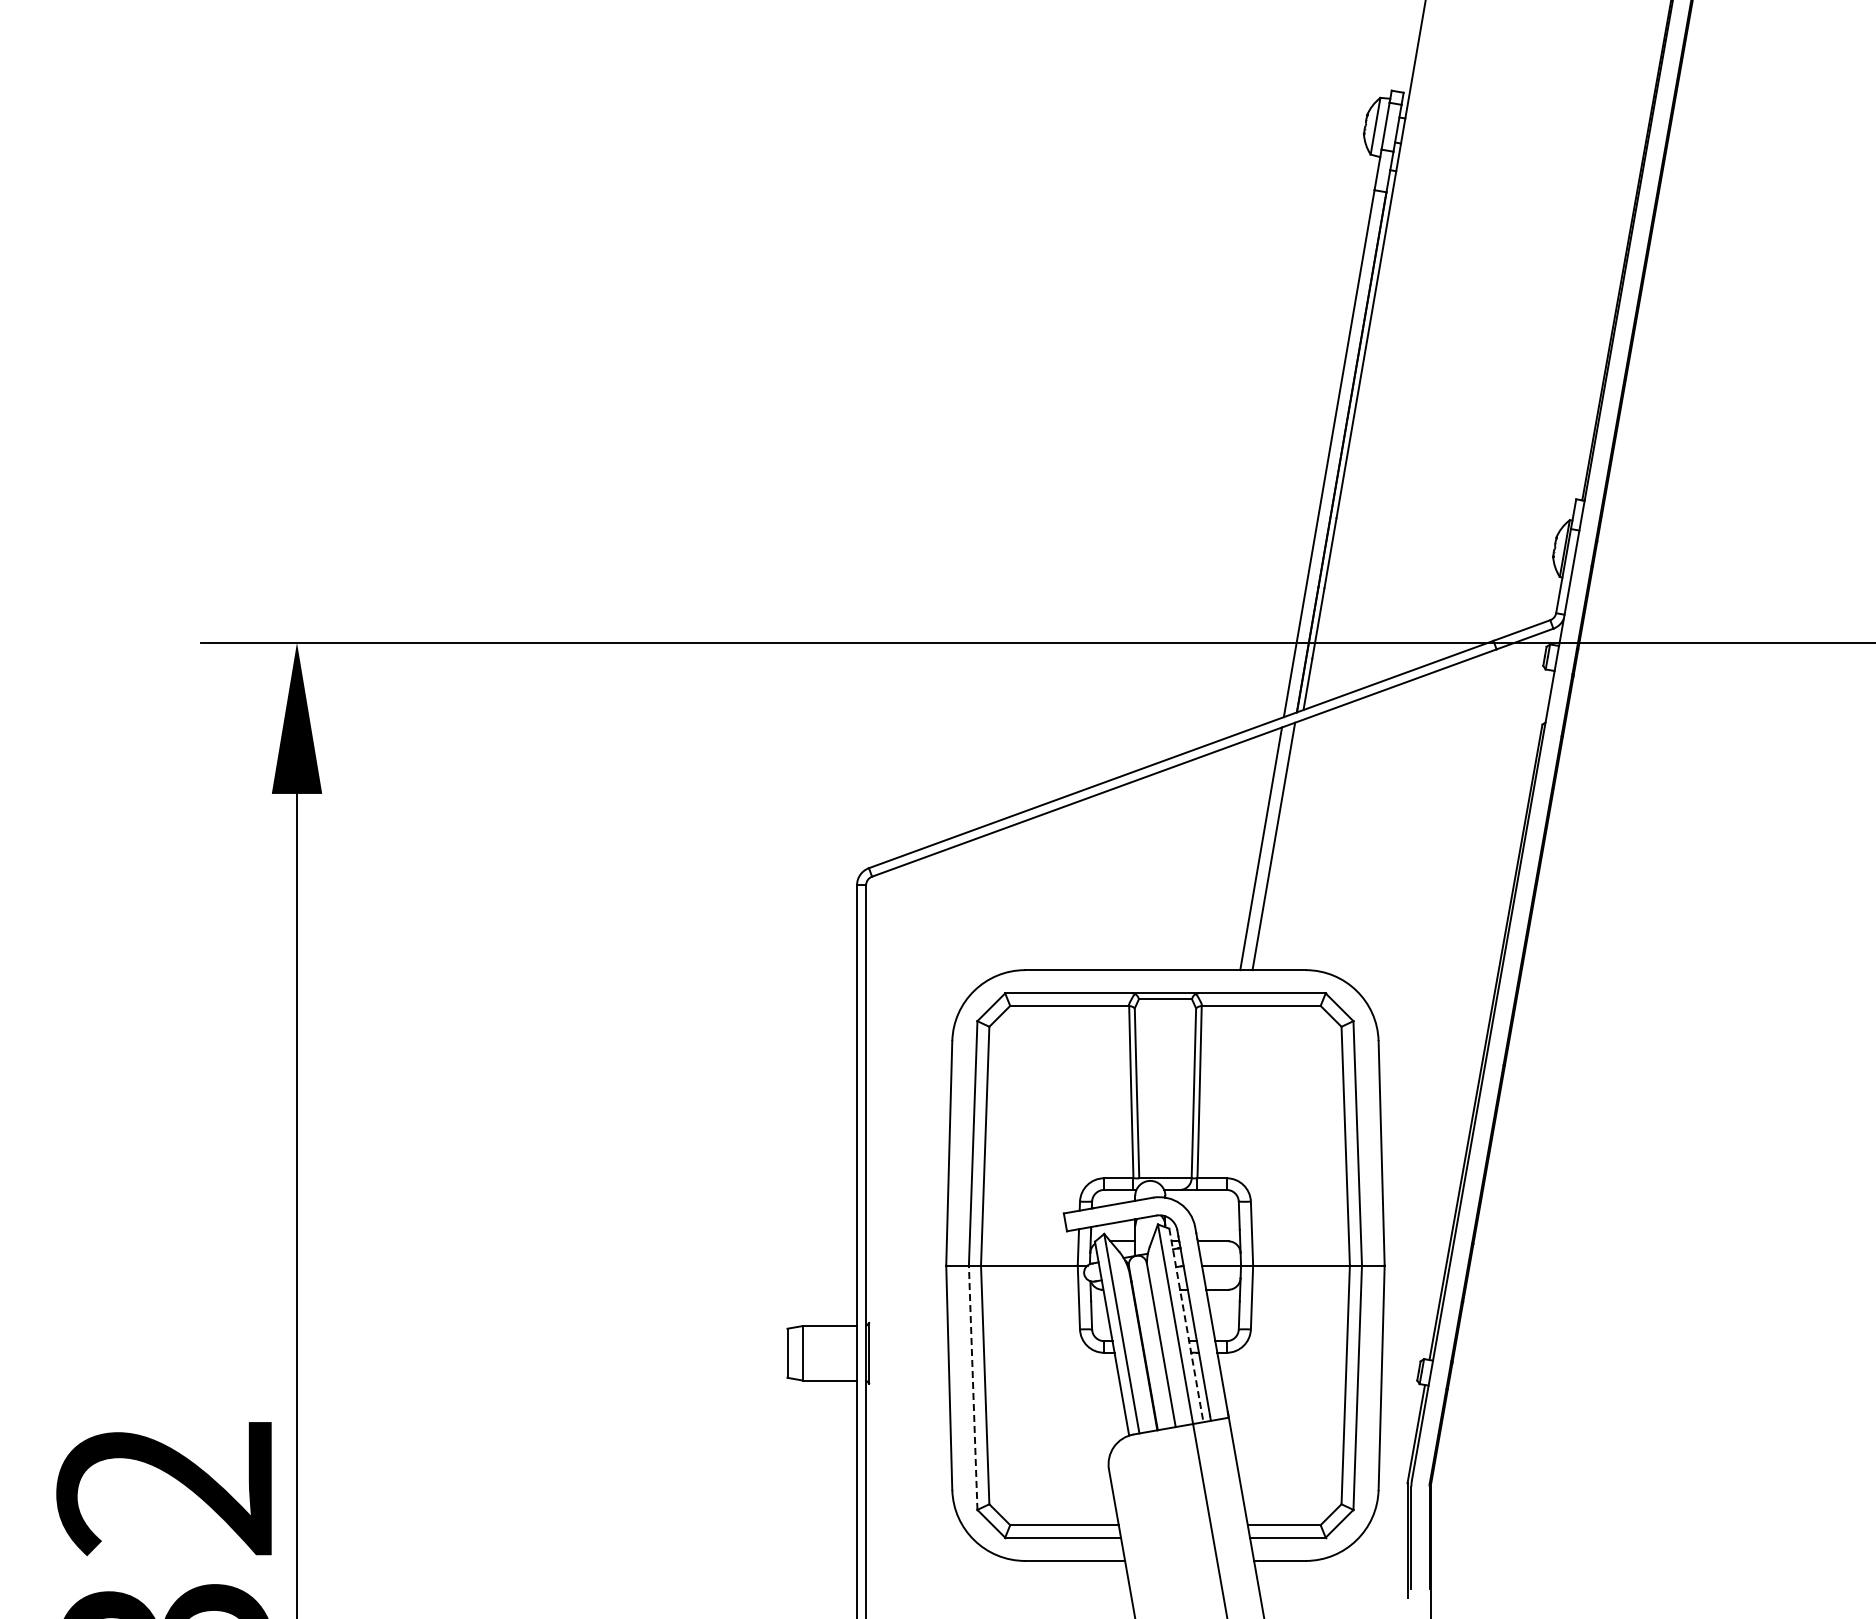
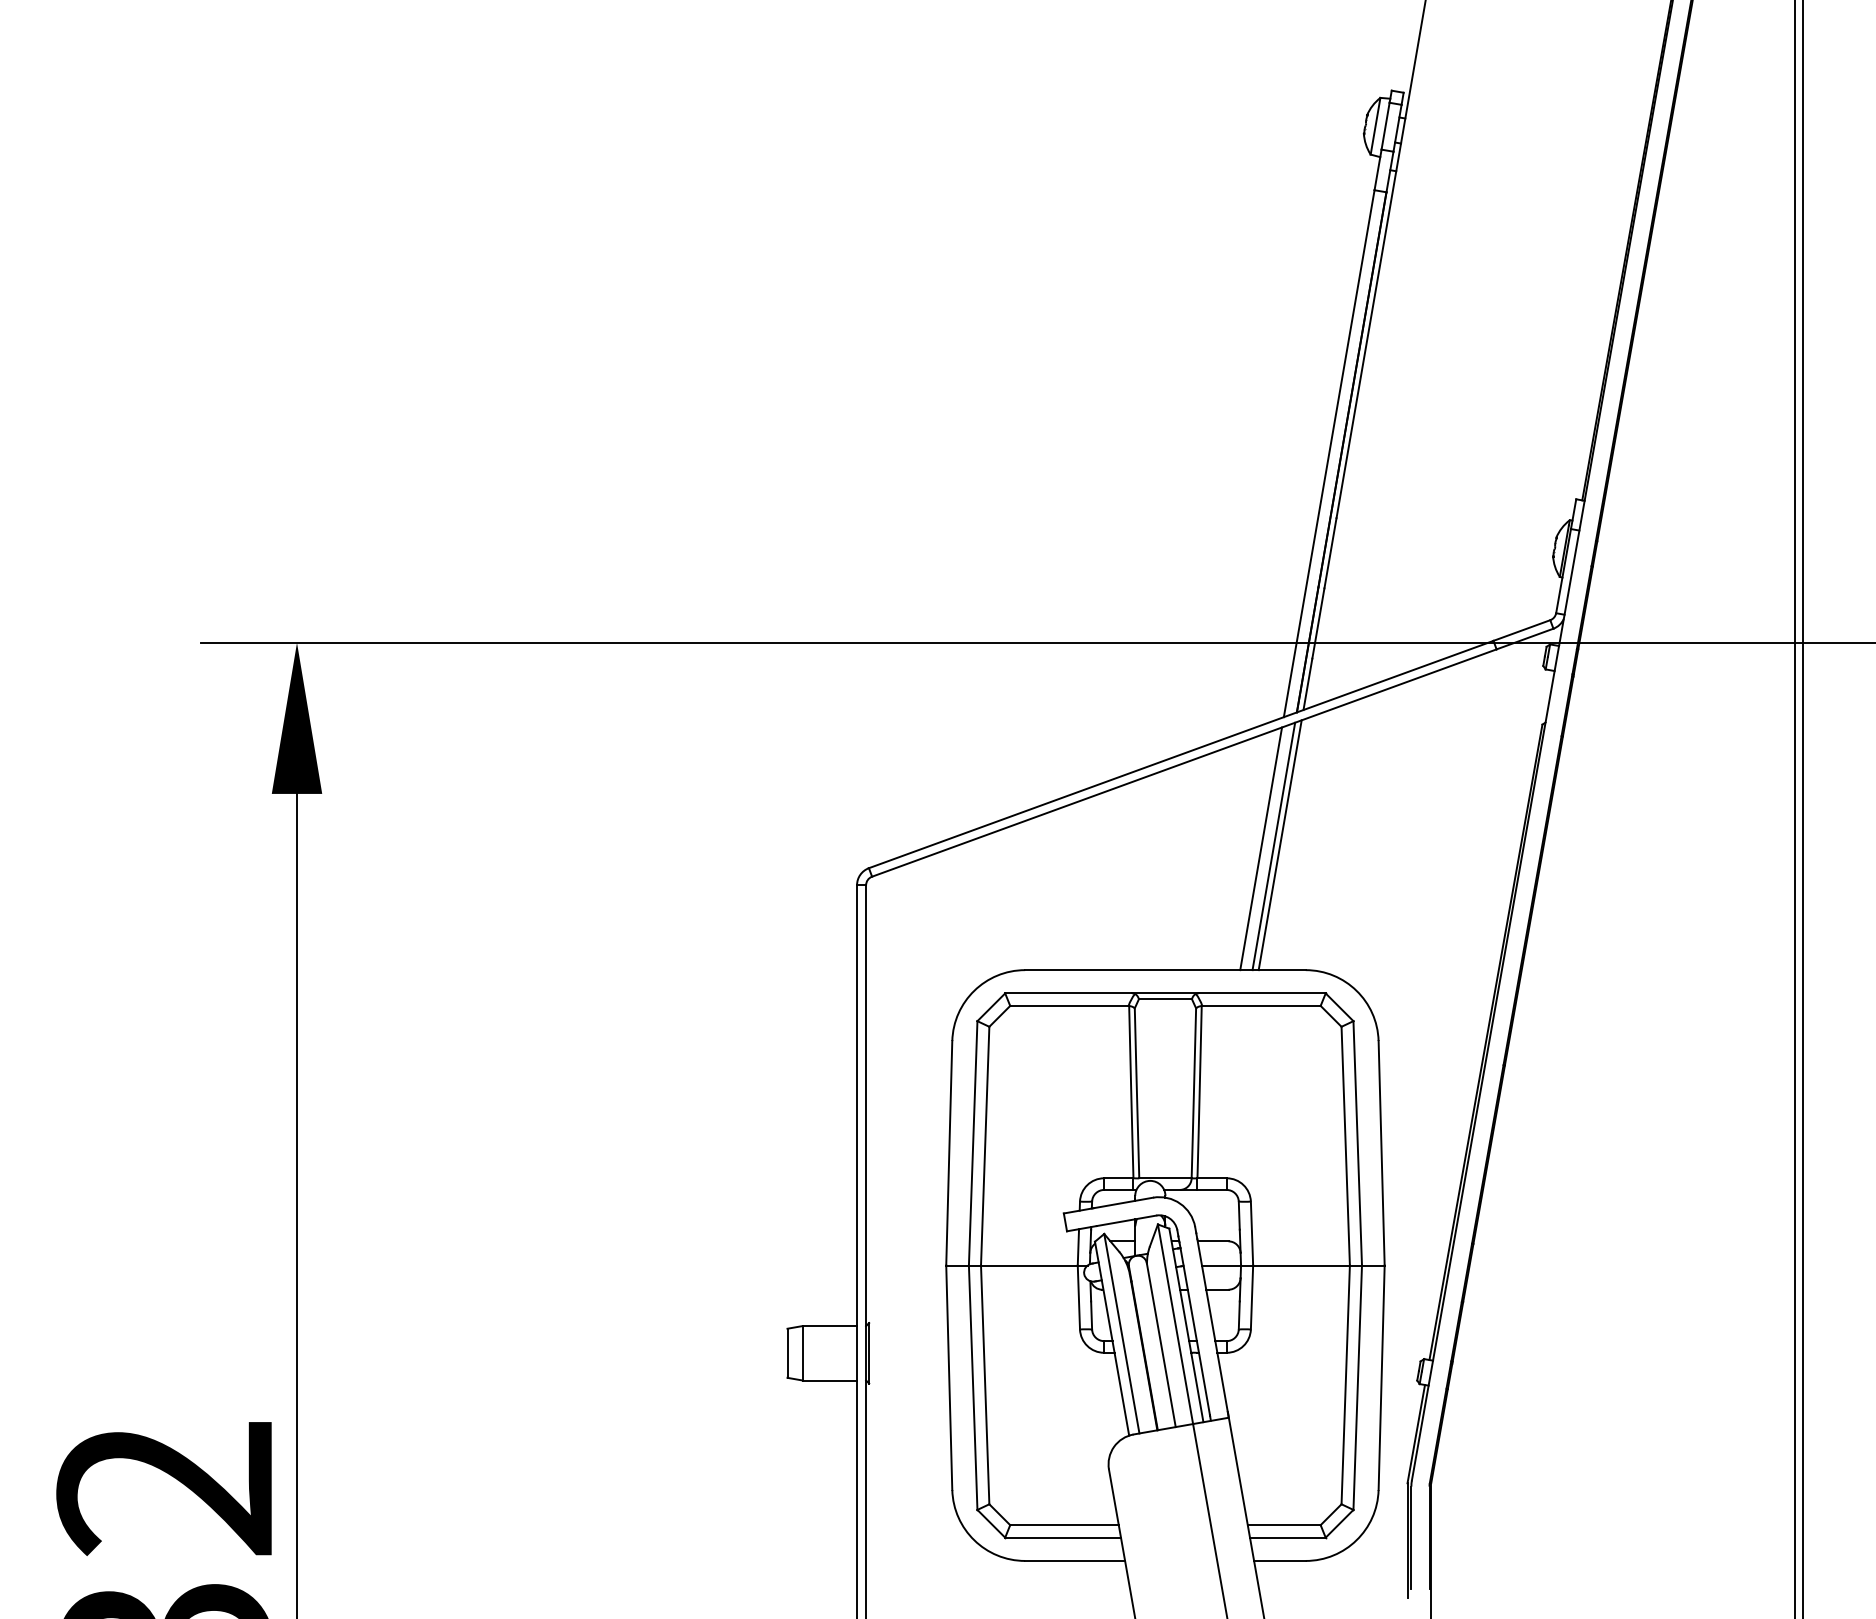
line at (1795, 808): none -> present
line at (1802, 808): none -> present
line at (1279, 845): none -> present
line at (1186, 1325): dashed -> solid
line at (973, 1387): dashed -> solid
